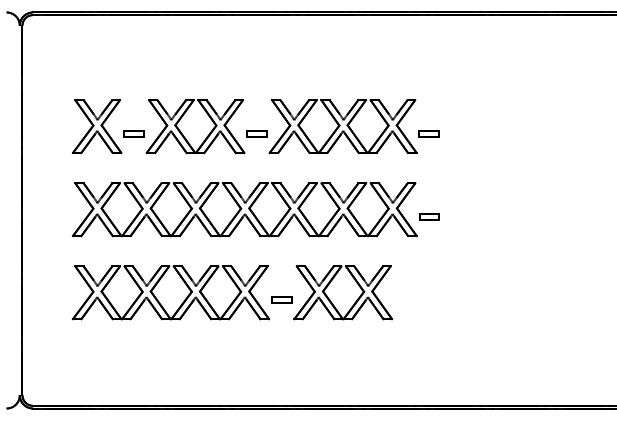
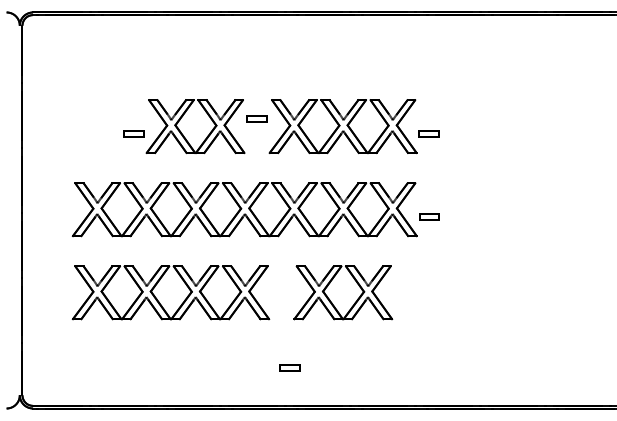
part at (97, 126): present -> none
part at (256, 133) position: (256, 133) -> (256, 118)
part at (281, 299) position: (281, 299) -> (289, 367)
